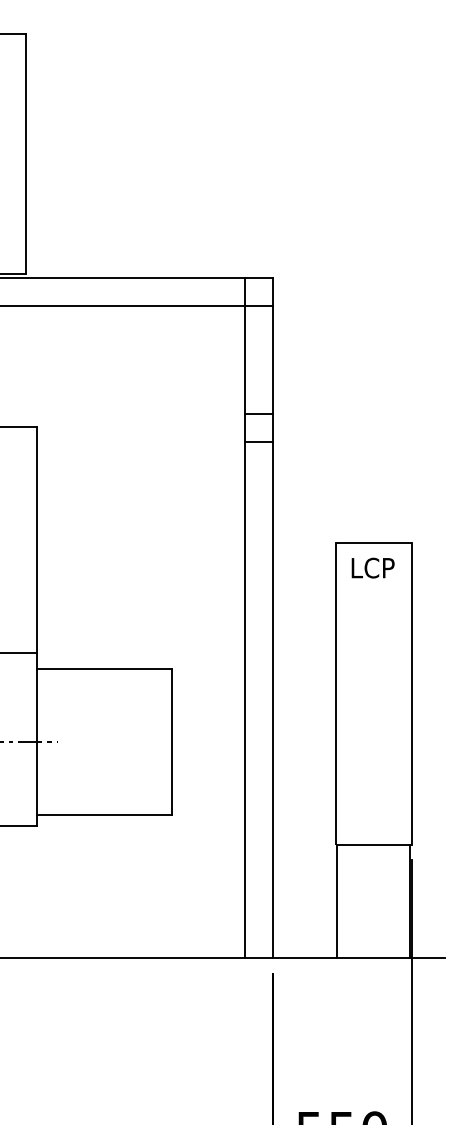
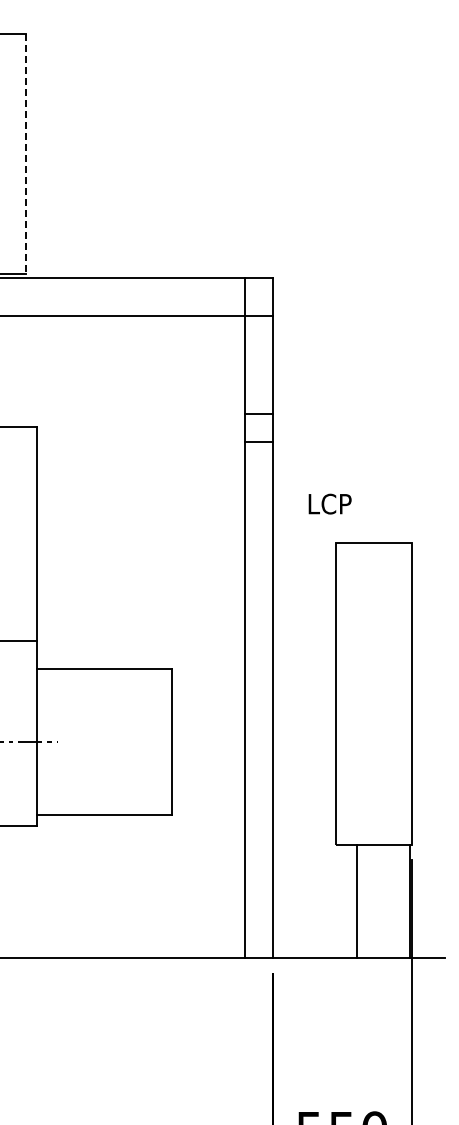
line at (26, 154): solid -> dashed
line at (137, 305) position: (137, 305) -> (137, 315)
text at (372, 567) position: (372, 567) -> (329, 503)
line at (20, 652) position: (20, 652) -> (20, 640)
line at (337, 901) position: (337, 901) -> (357, 901)
